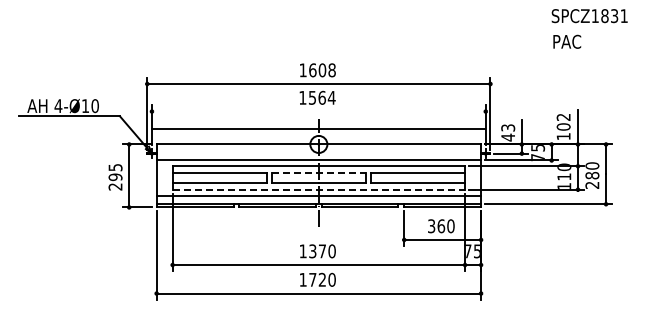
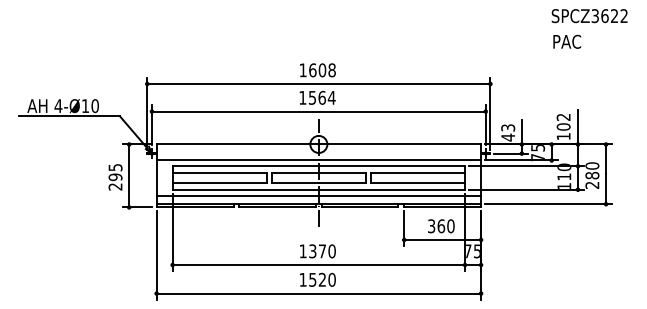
text at (609, 16): SPCZ1831 -> SPCZ3622
line at (318, 128) position: (318, 128) -> (318, 111)
line at (318, 172): dashed -> solid
line at (319, 189): dashed -> solid
text at (312, 279): 1720 -> 1520
